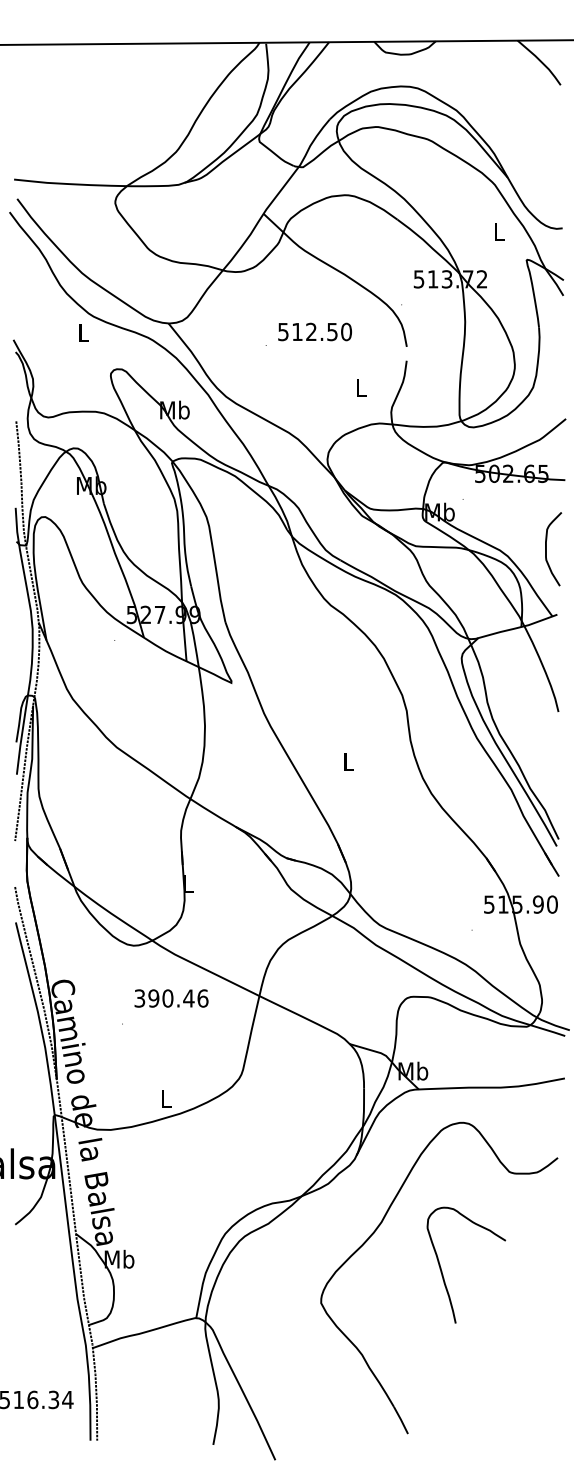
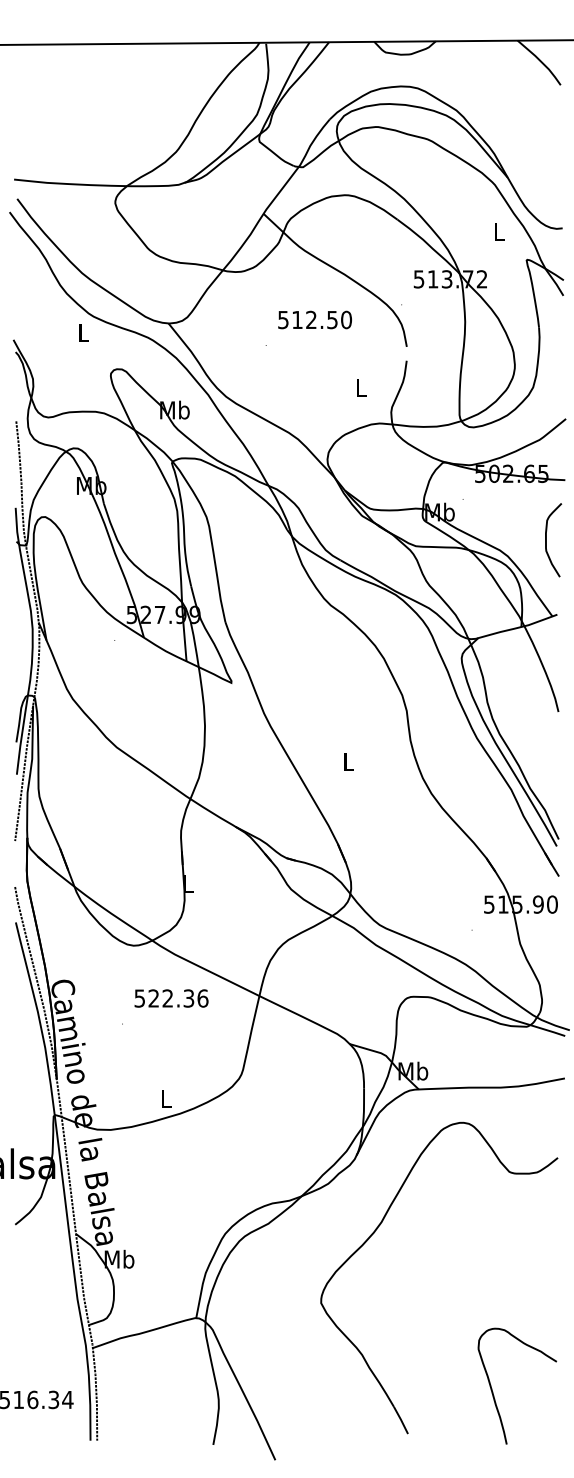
text at (314, 331) position: (314, 331) -> (314, 319)
curve at (546, 549) position: (546, 549) -> (546, 540)
text at (164, 998): 390.46 -> 522.36
curve at (442, 1270) position: (442, 1270) -> (493, 1391)
